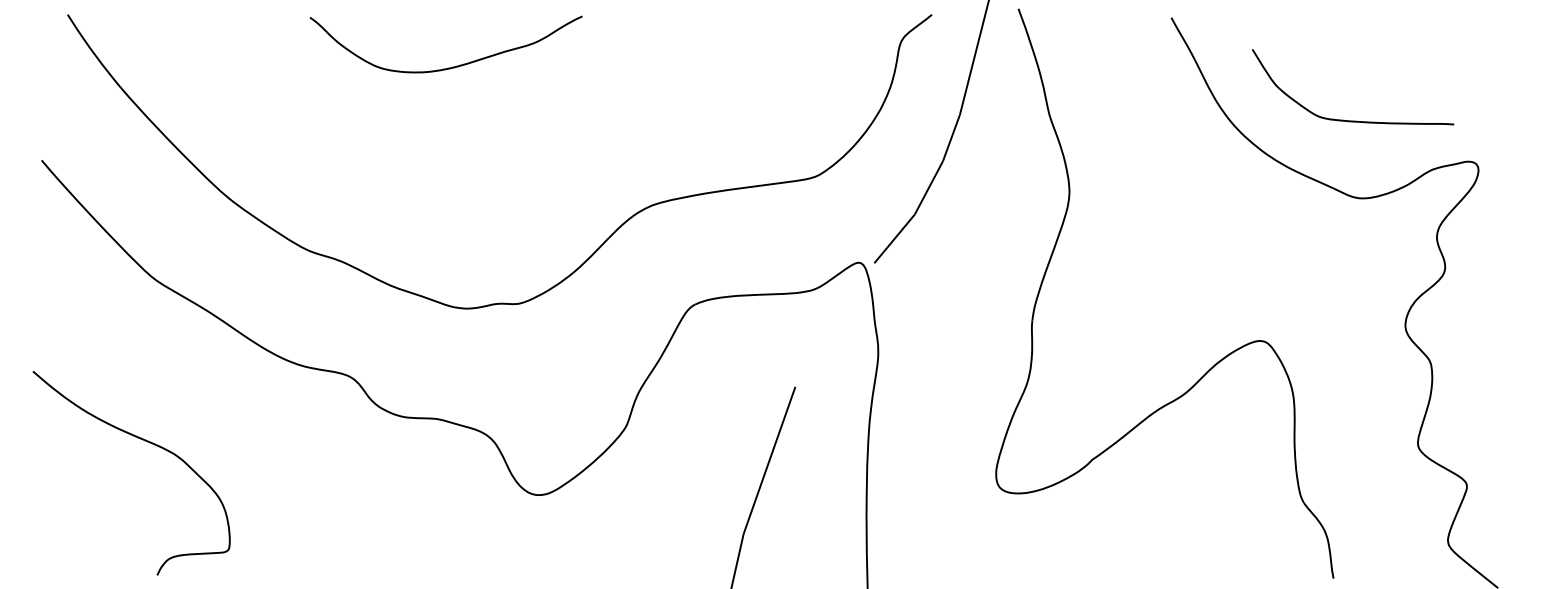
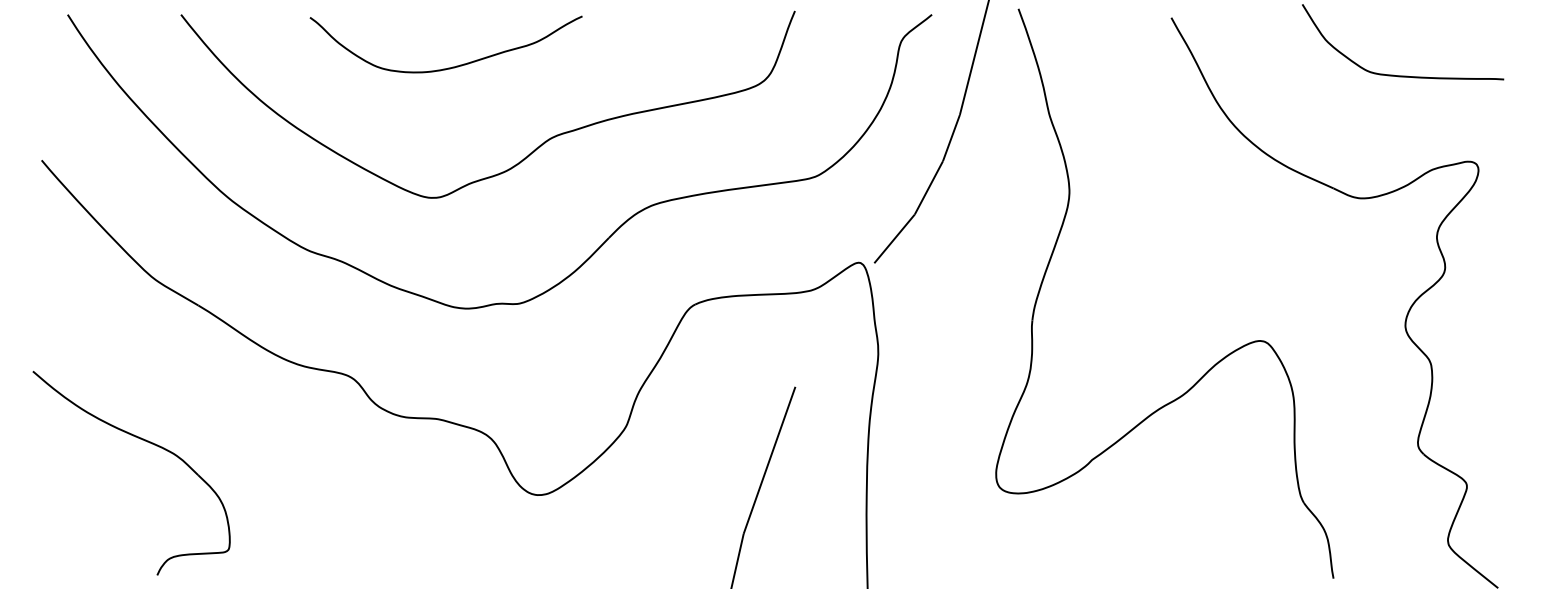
curve at (1353, 120) position: (1353, 120) -> (1403, 75)
curve at (530, 152): none -> present
